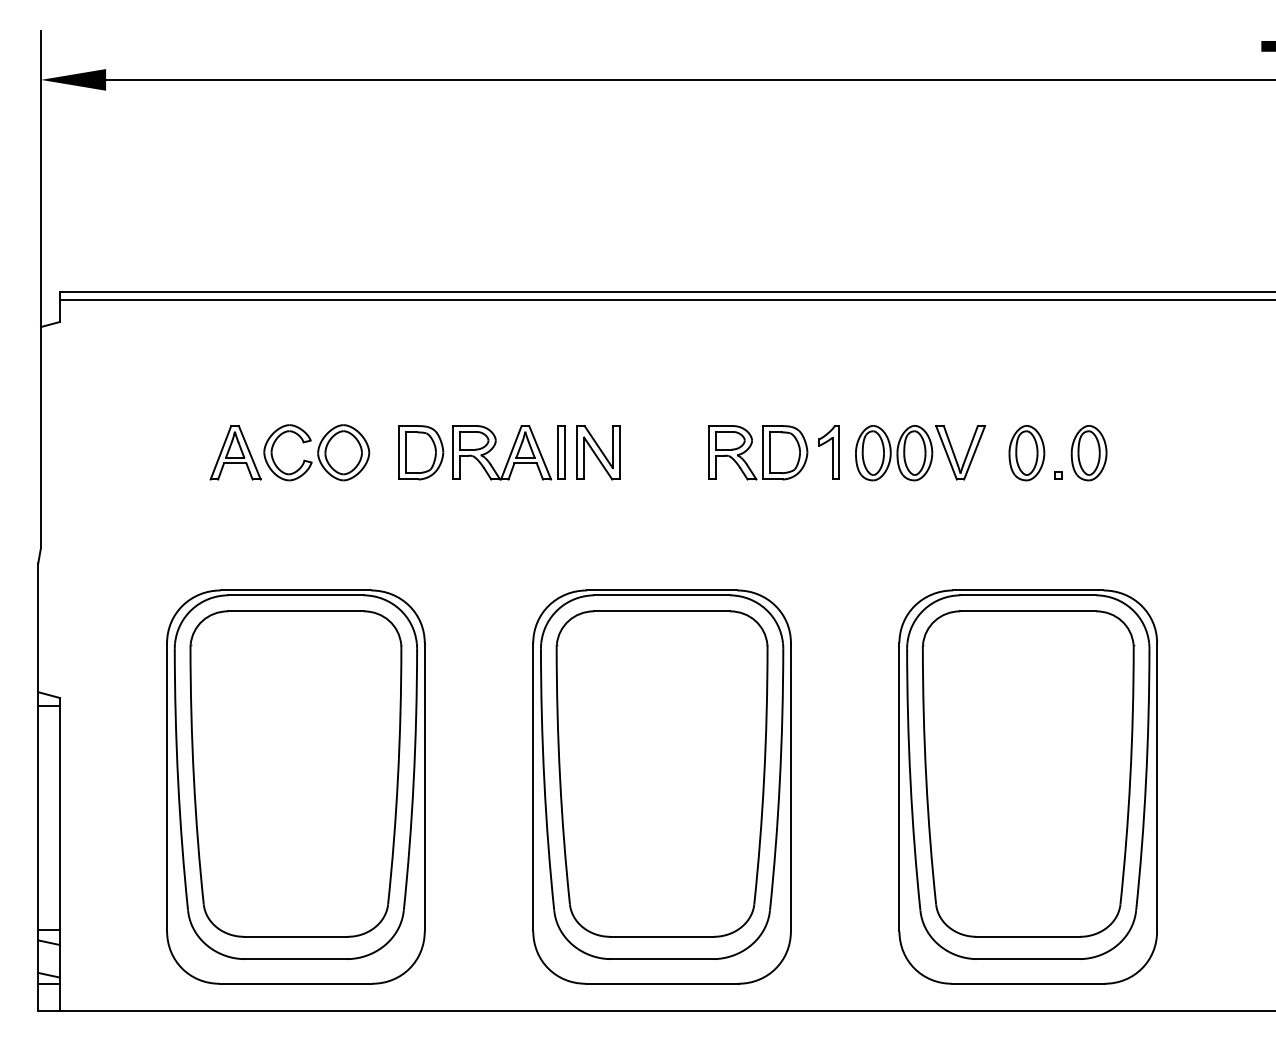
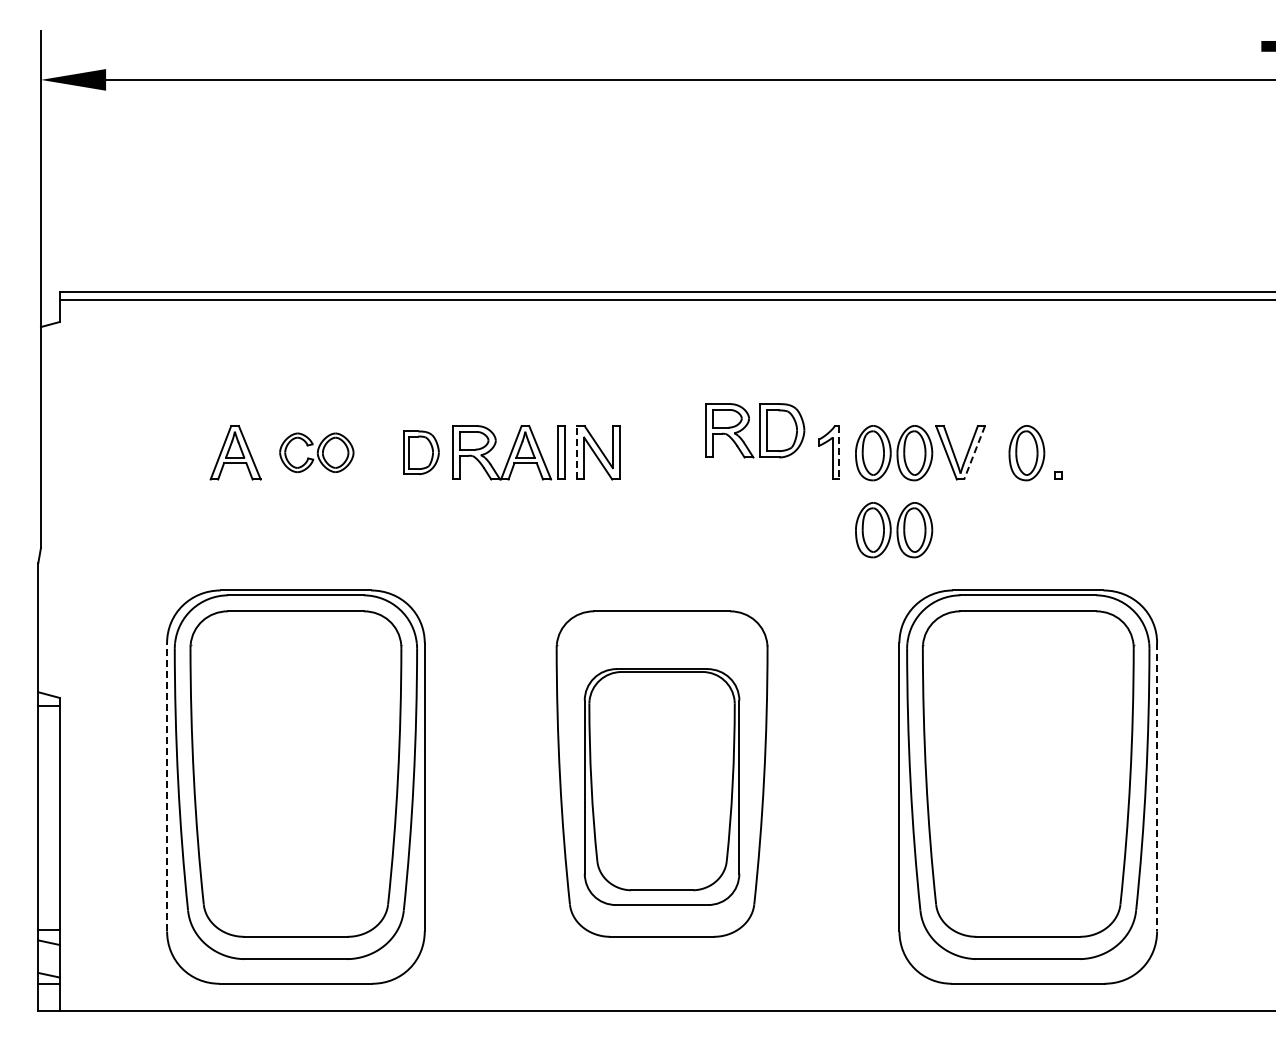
part at (316, 452) size: 108x58 px -> 76x41 px
part at (421, 452) size: 47x56 px -> 37x46 px
line at (577, 452): solid -> dashed
part at (758, 452) position: (758, 452) -> (755, 430)
line at (839, 452): solid -> dashed
line at (974, 452): solid -> dashed
part at (1088, 453): present -> none
part at (894, 530): none -> present
line at (167, 786): solid -> dashed
part at (661, 786) size: 260x396 px -> 158x238 px
line at (1157, 787): solid -> dashed
